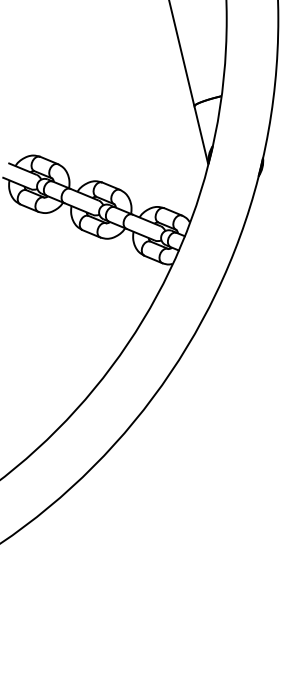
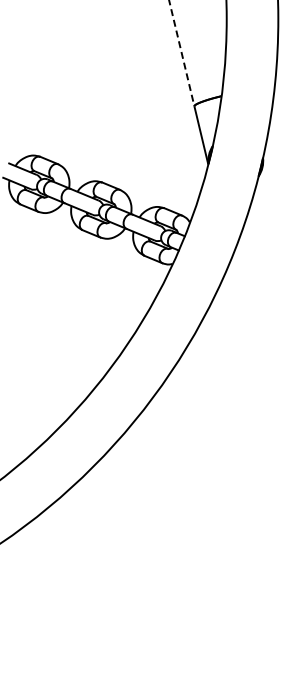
line at (181, 53): solid -> dashed
